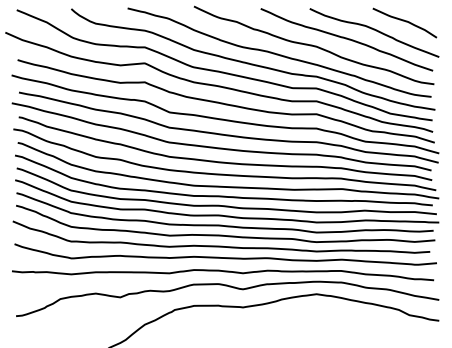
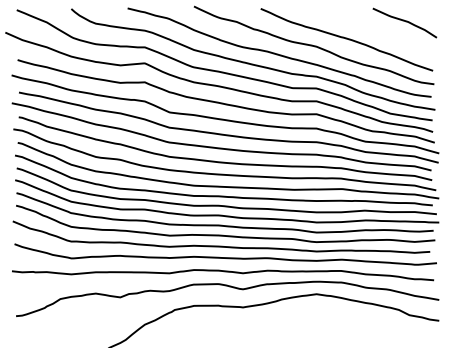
curve at (374, 30): present -> none
